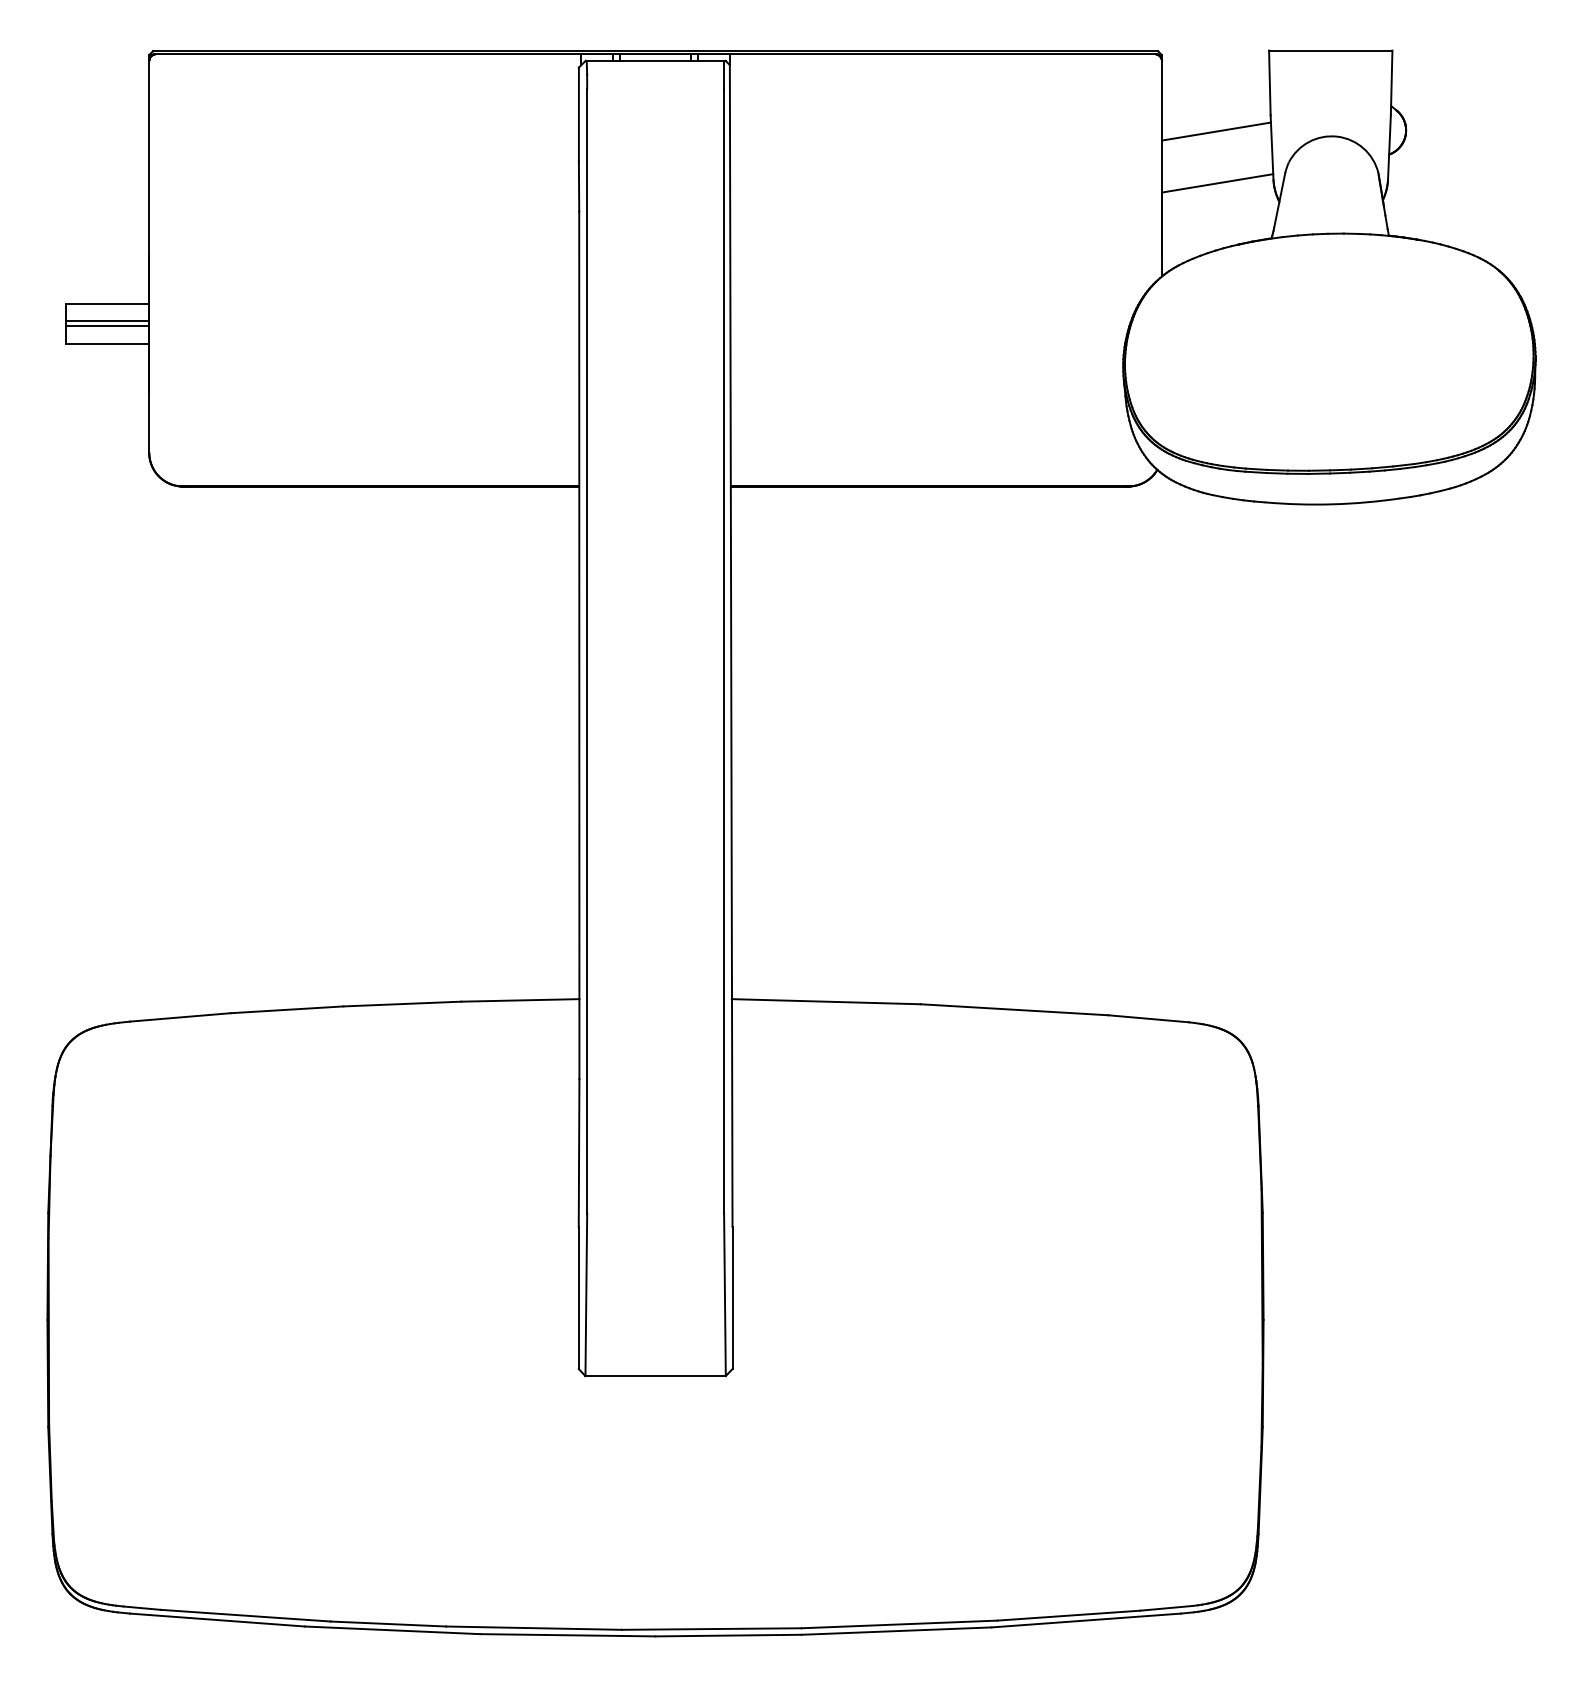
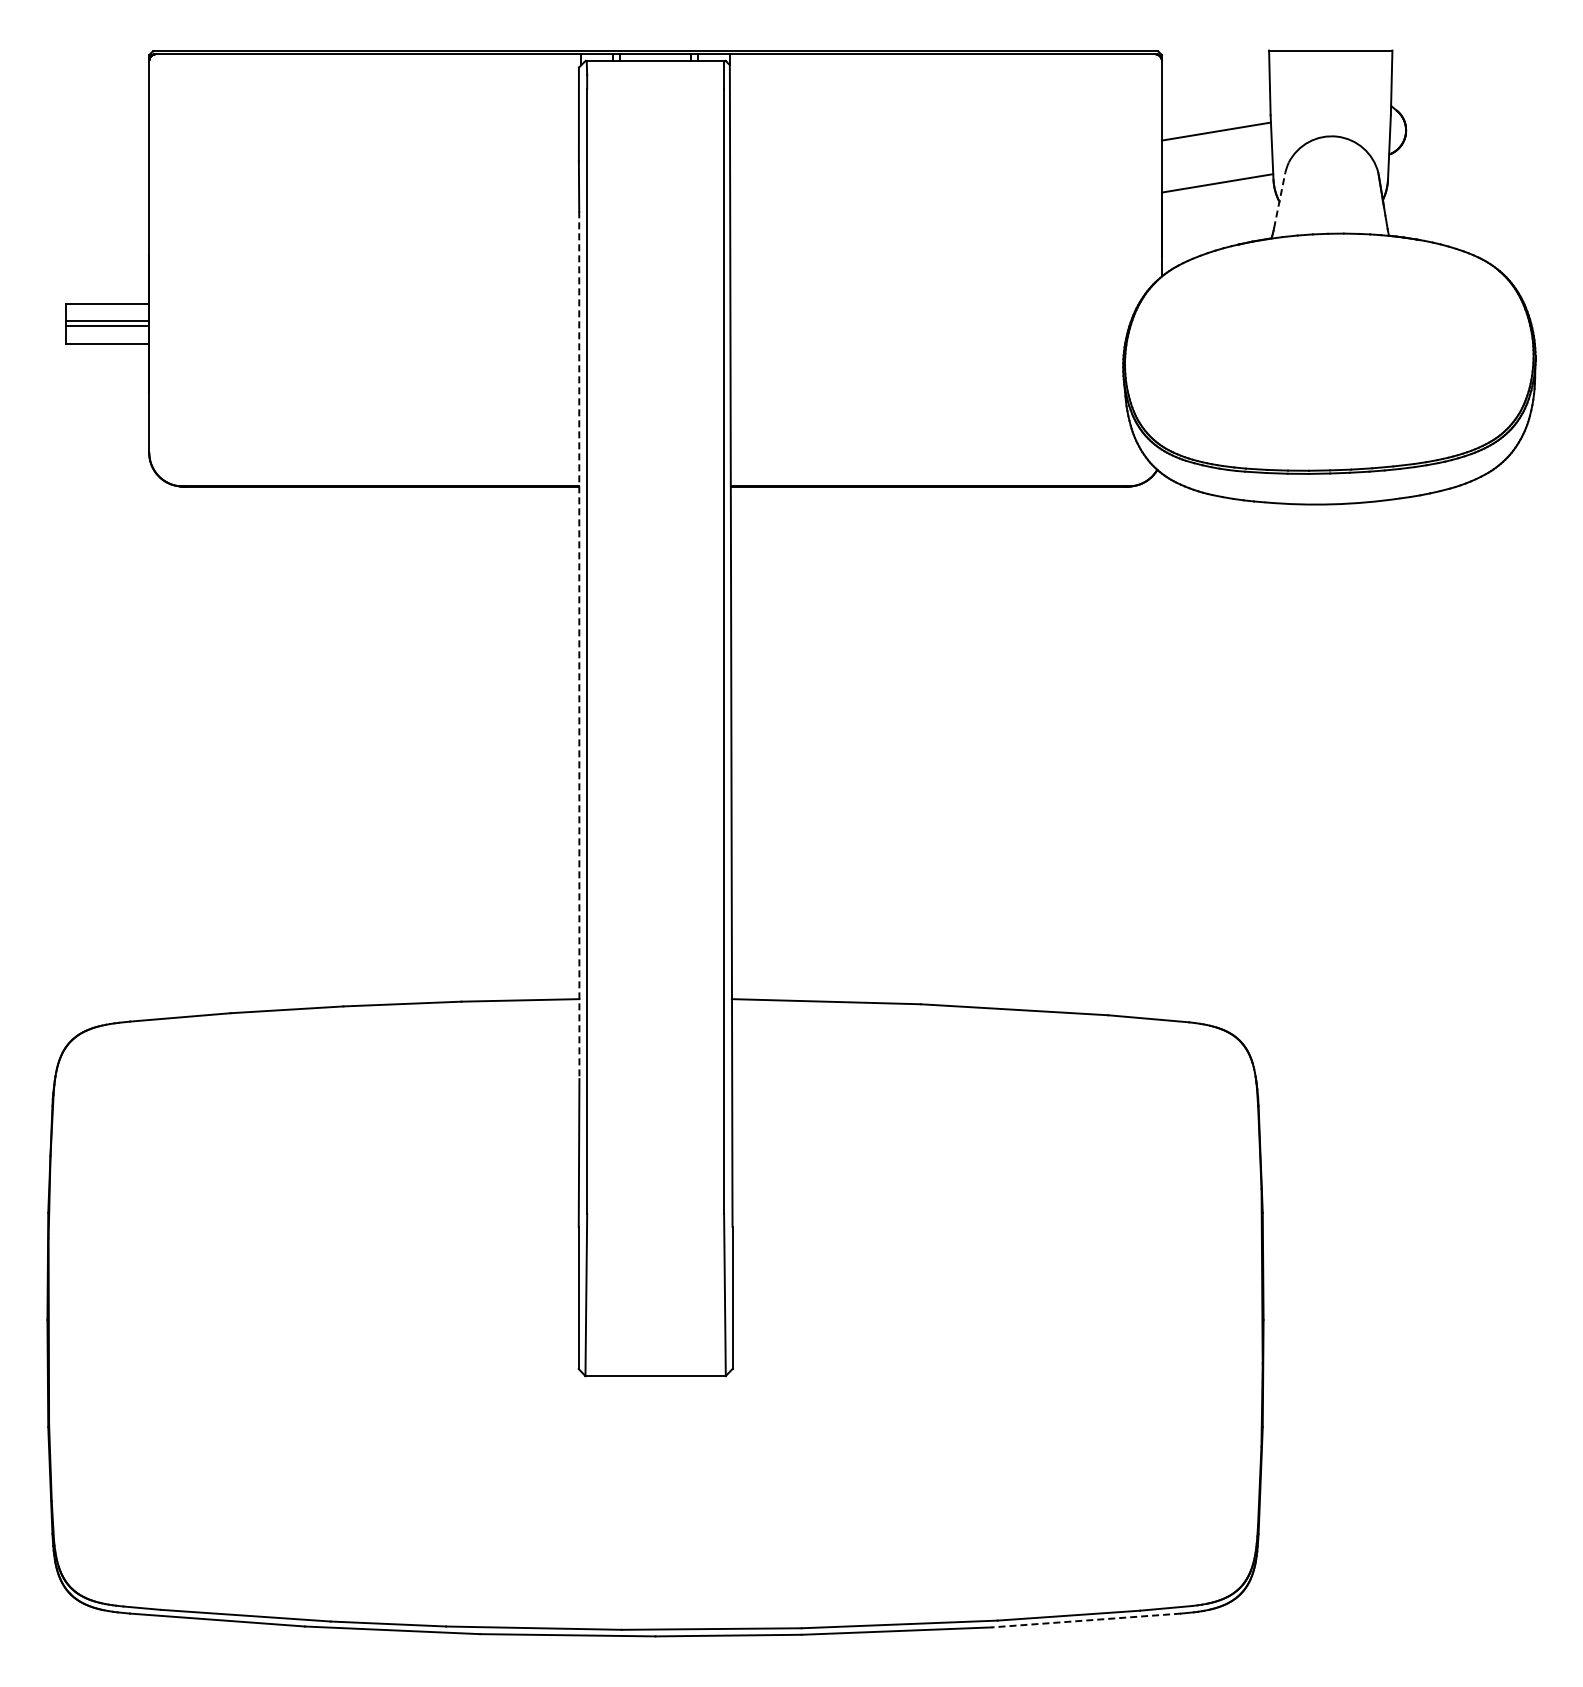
line at (1279, 200): solid -> dashed
line at (579, 645): solid -> dashed
line at (1085, 1620): solid -> dashed
